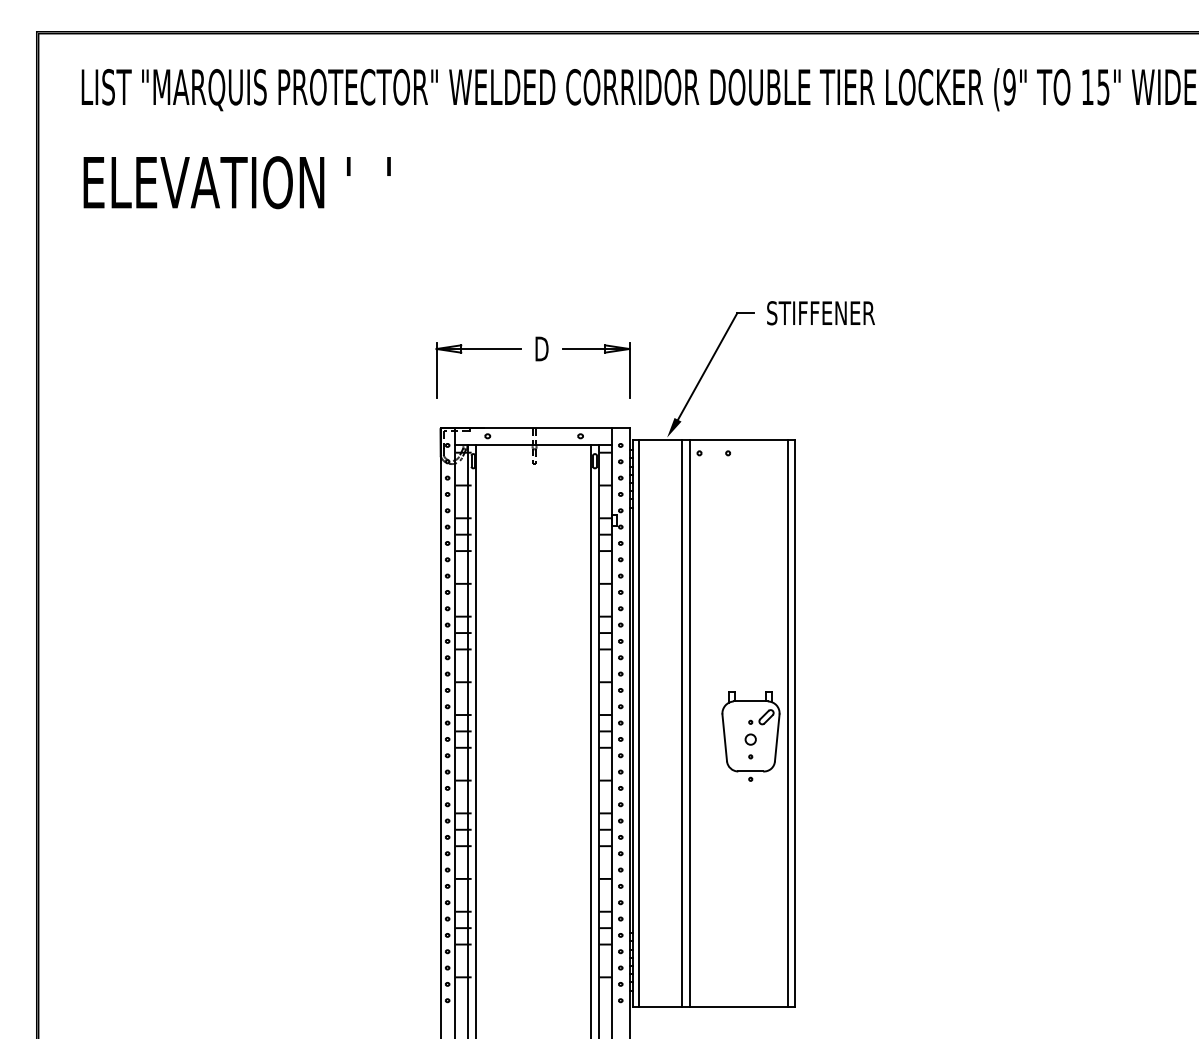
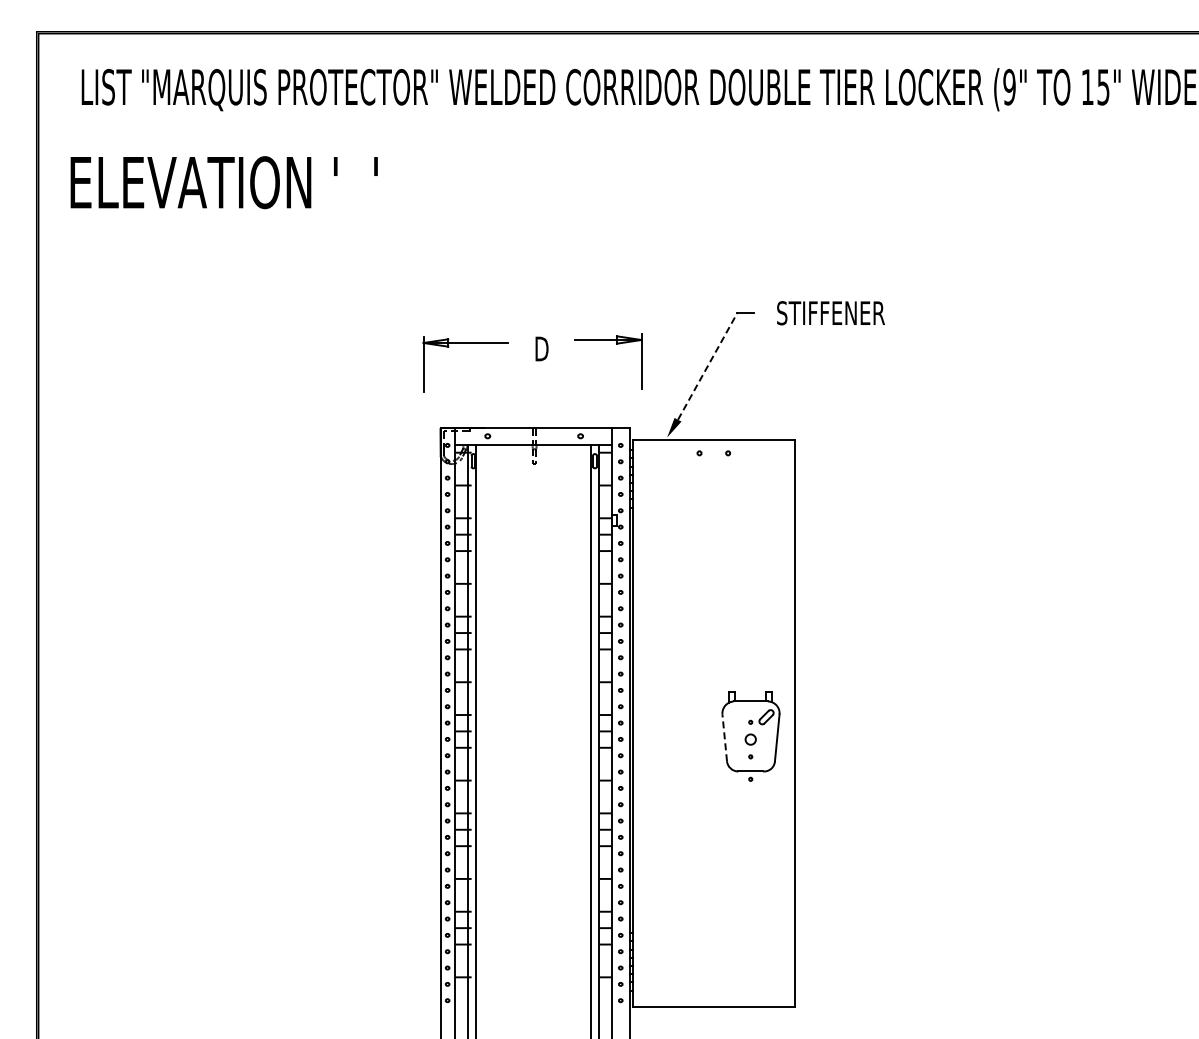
text at (236, 182) position: (236, 182) -> (223, 182)
text at (820, 313) position: (820, 313) -> (830, 313)
part at (478, 349) position: (478, 349) -> (465, 343)
part at (604, 353) position: (604, 353) -> (616, 344)
line at (707, 366): solid -> dashed
line at (638, 723): present -> none
line at (682, 723): present -> none
line at (690, 723): present -> none
line at (787, 723): present -> none
line at (724, 737): solid -> dashed
